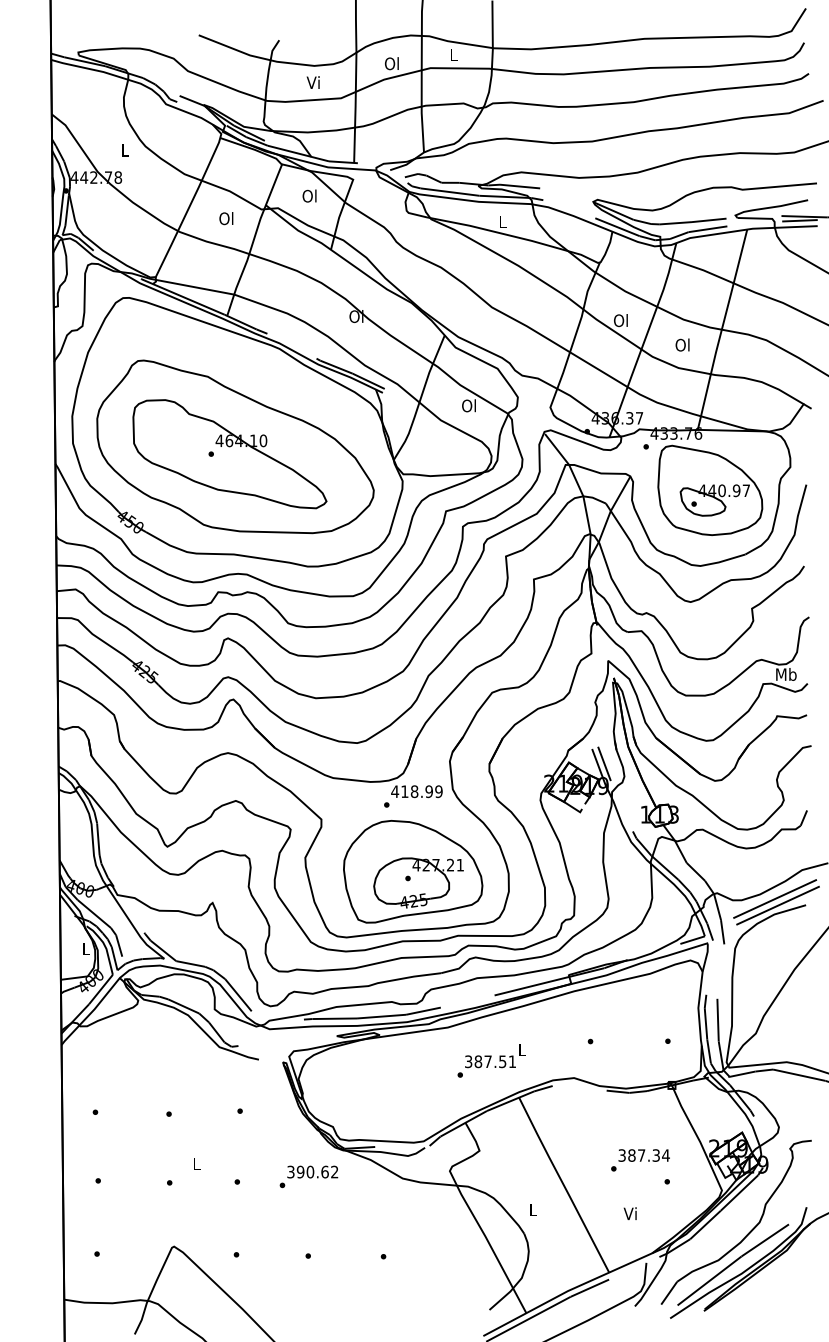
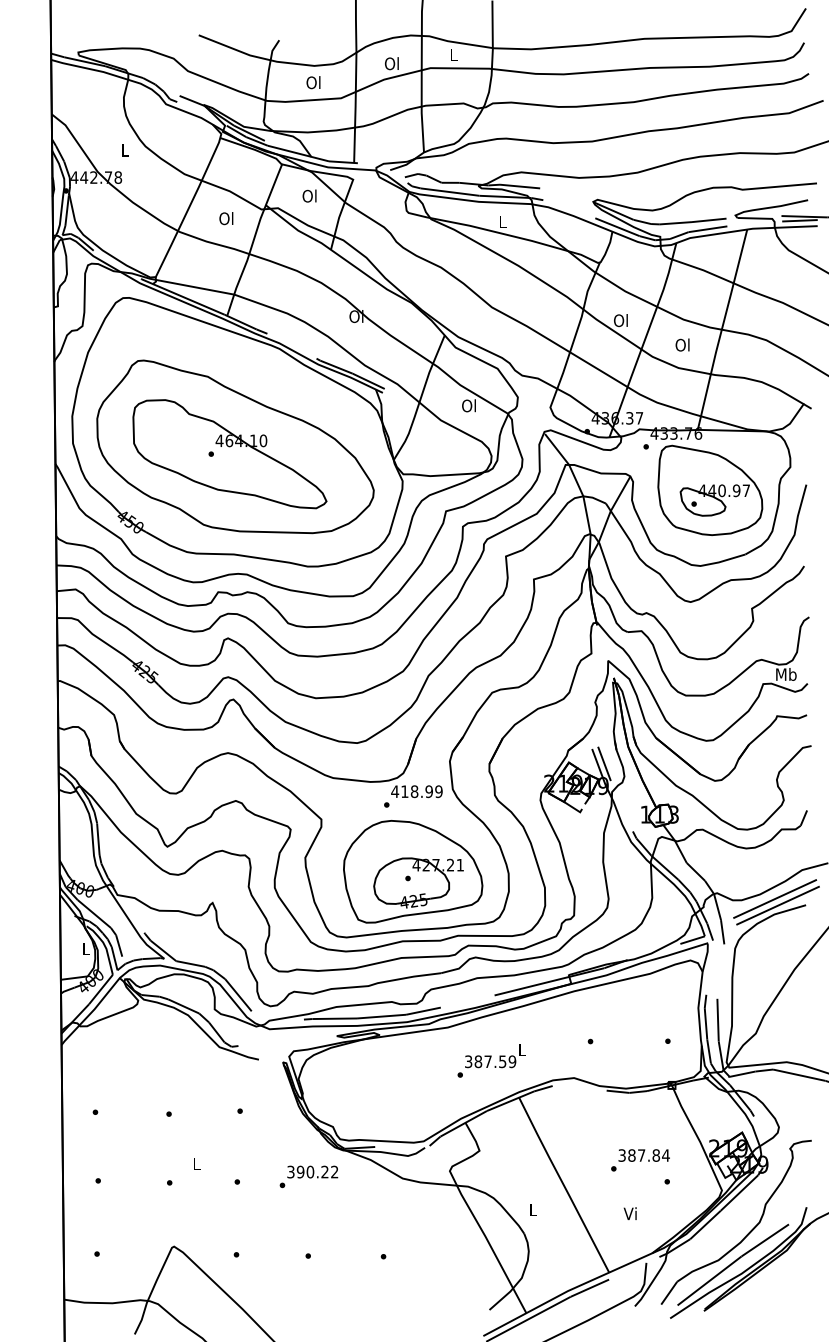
text at (313, 82): Vi -> Ol
text at (512, 1061): 387.51 -> 387.59
text at (656, 1155): 387.34 -> 387.84
text at (324, 1171): 390.62 -> 390.22
